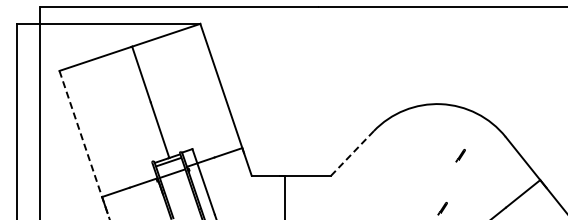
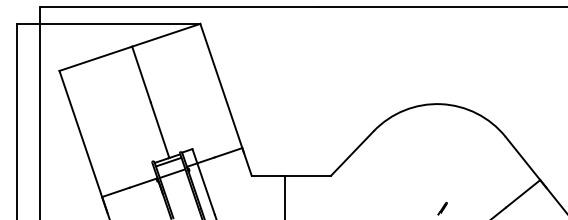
line at (84, 145): dashed -> solid
line at (352, 153): dashed -> solid
part at (460, 155): present -> none
